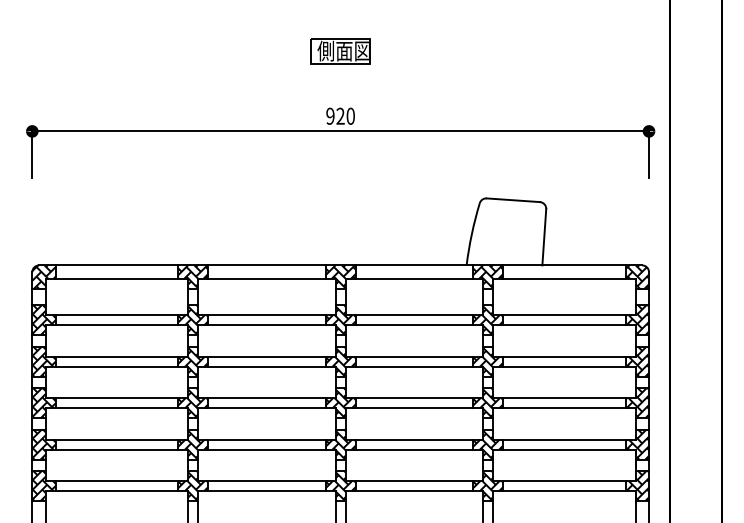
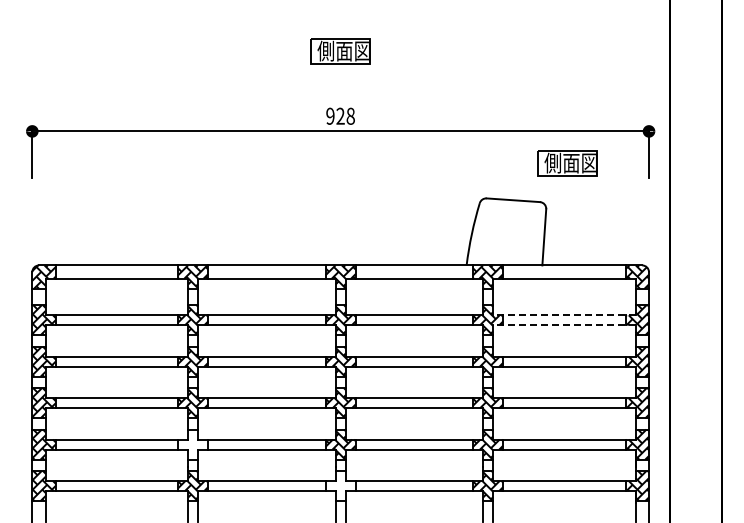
text at (350, 116): 920 -> 928
part at (567, 163): none -> present
line at (563, 315): solid -> dashed
line at (563, 325): solid -> dashed
hatch at (193, 444): present -> none
hatch at (340, 485): present -> none
